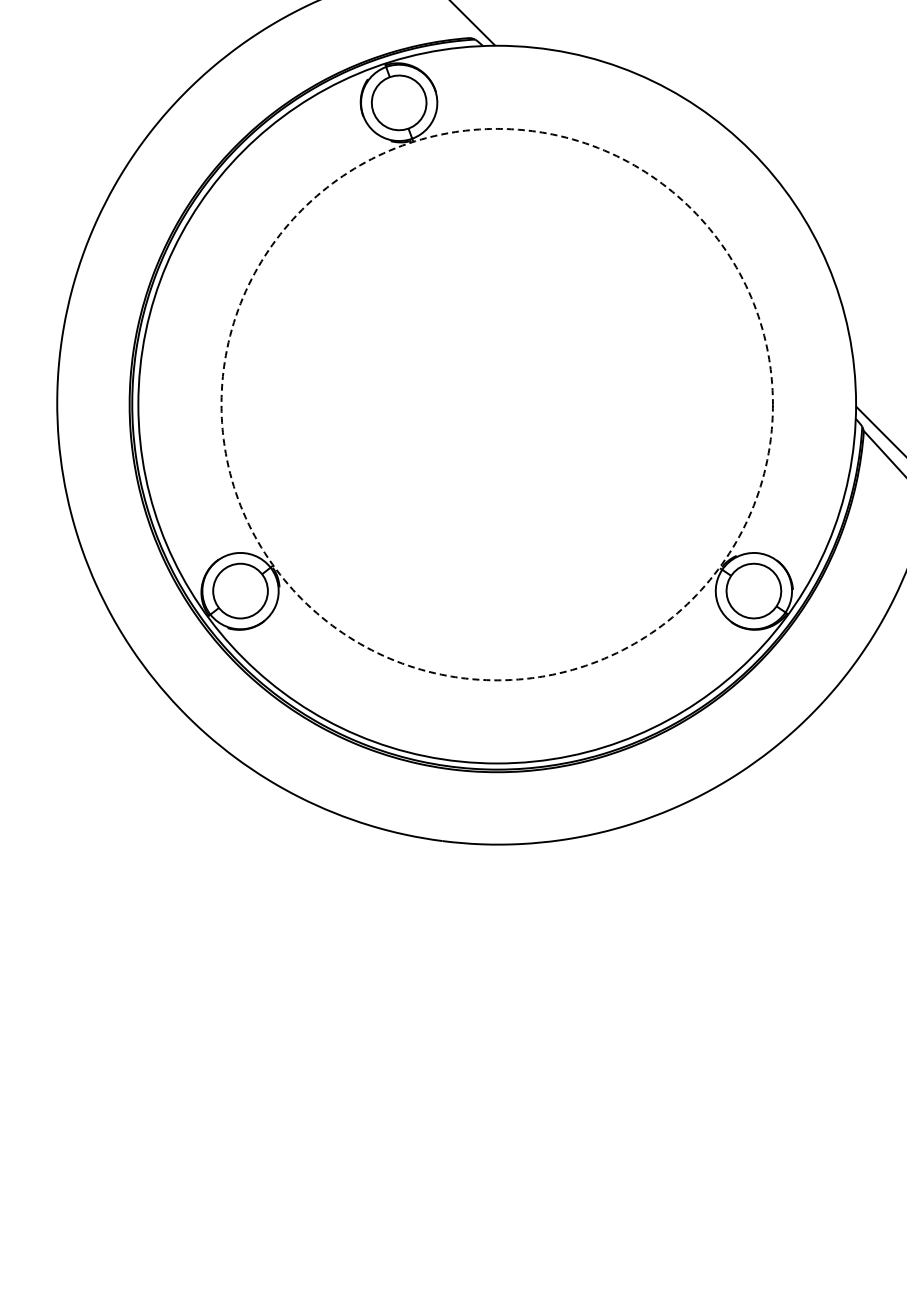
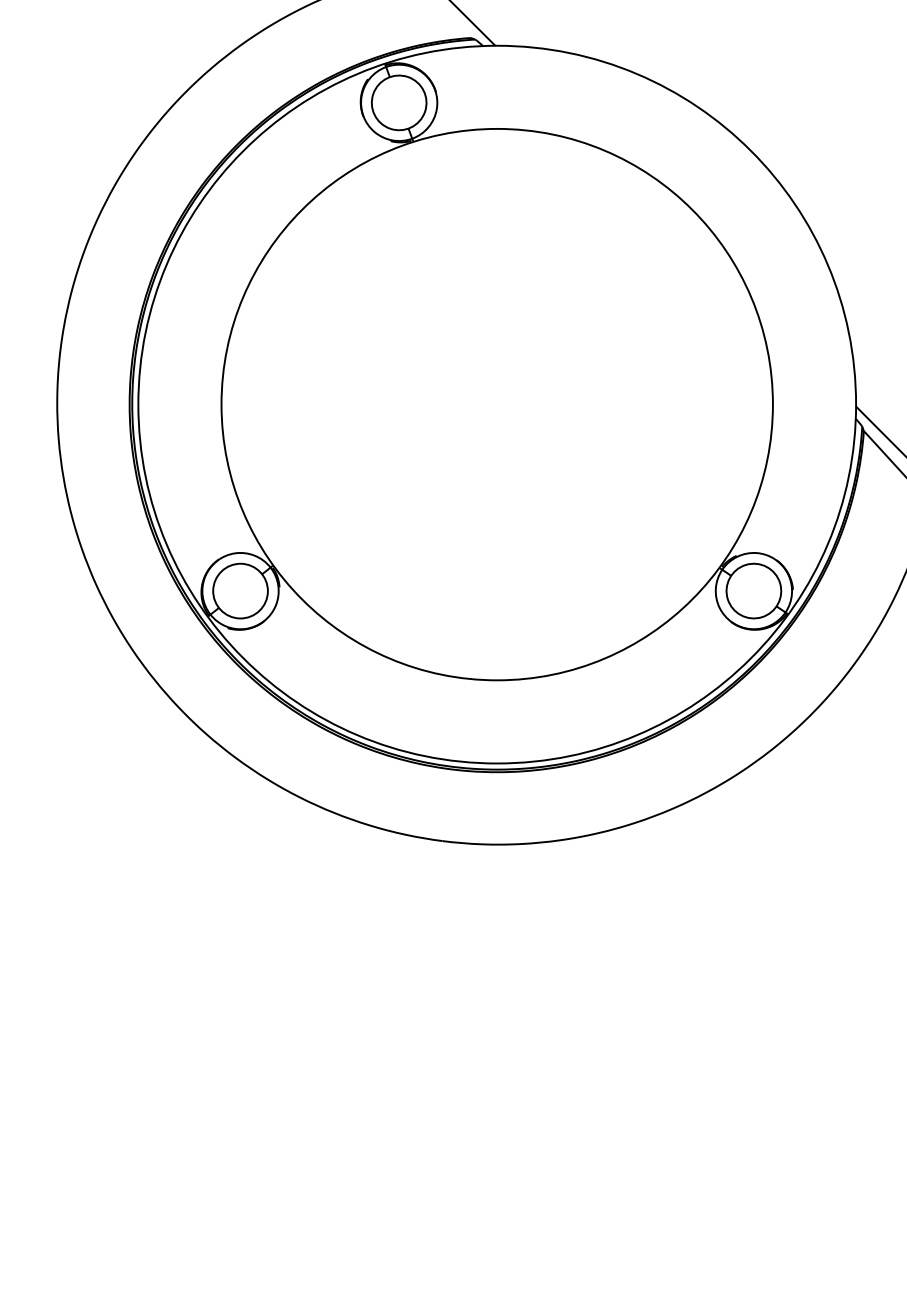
circle at (496, 404): dashed -> solid
